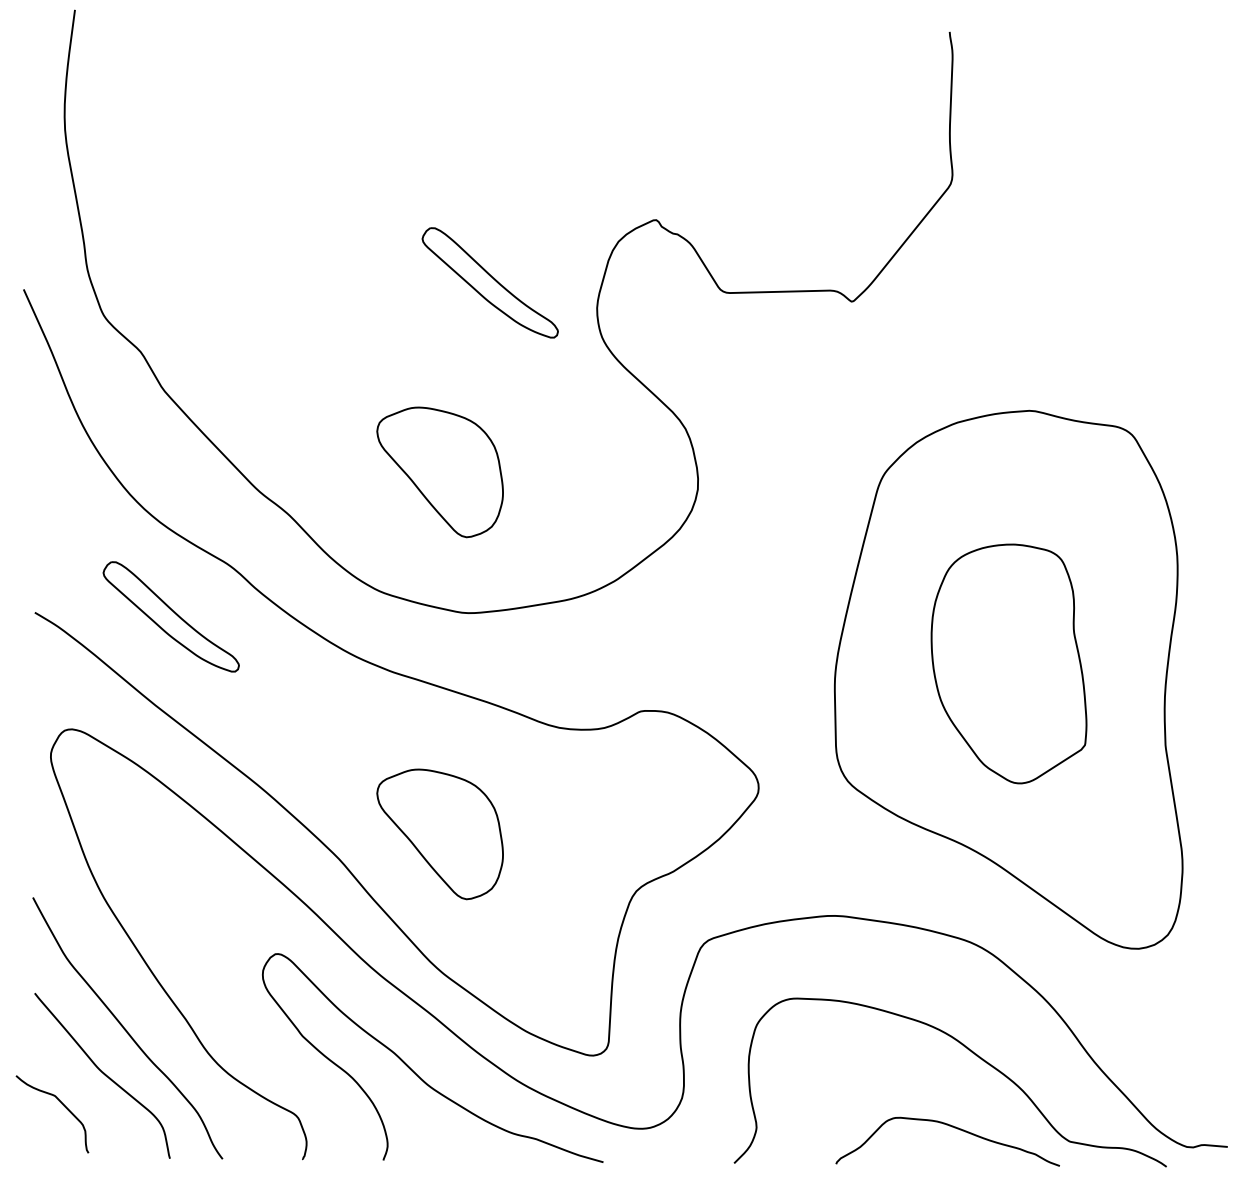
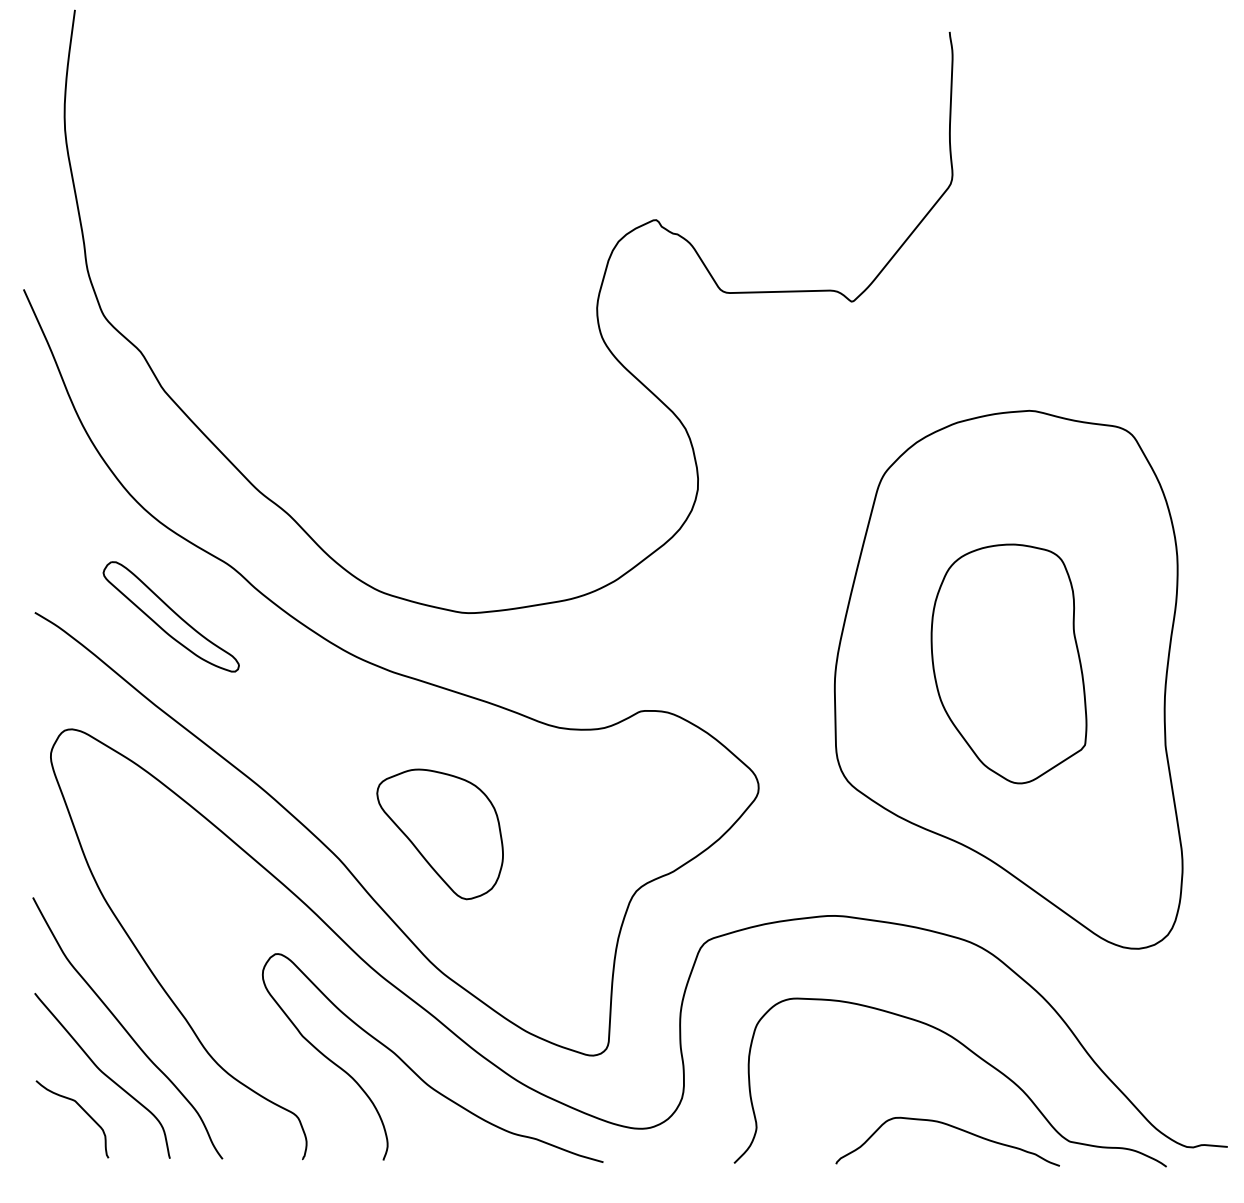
part at (489, 282): present -> none
part at (439, 472): present -> none
curve at (63, 1106) position: (63, 1106) -> (83, 1111)
